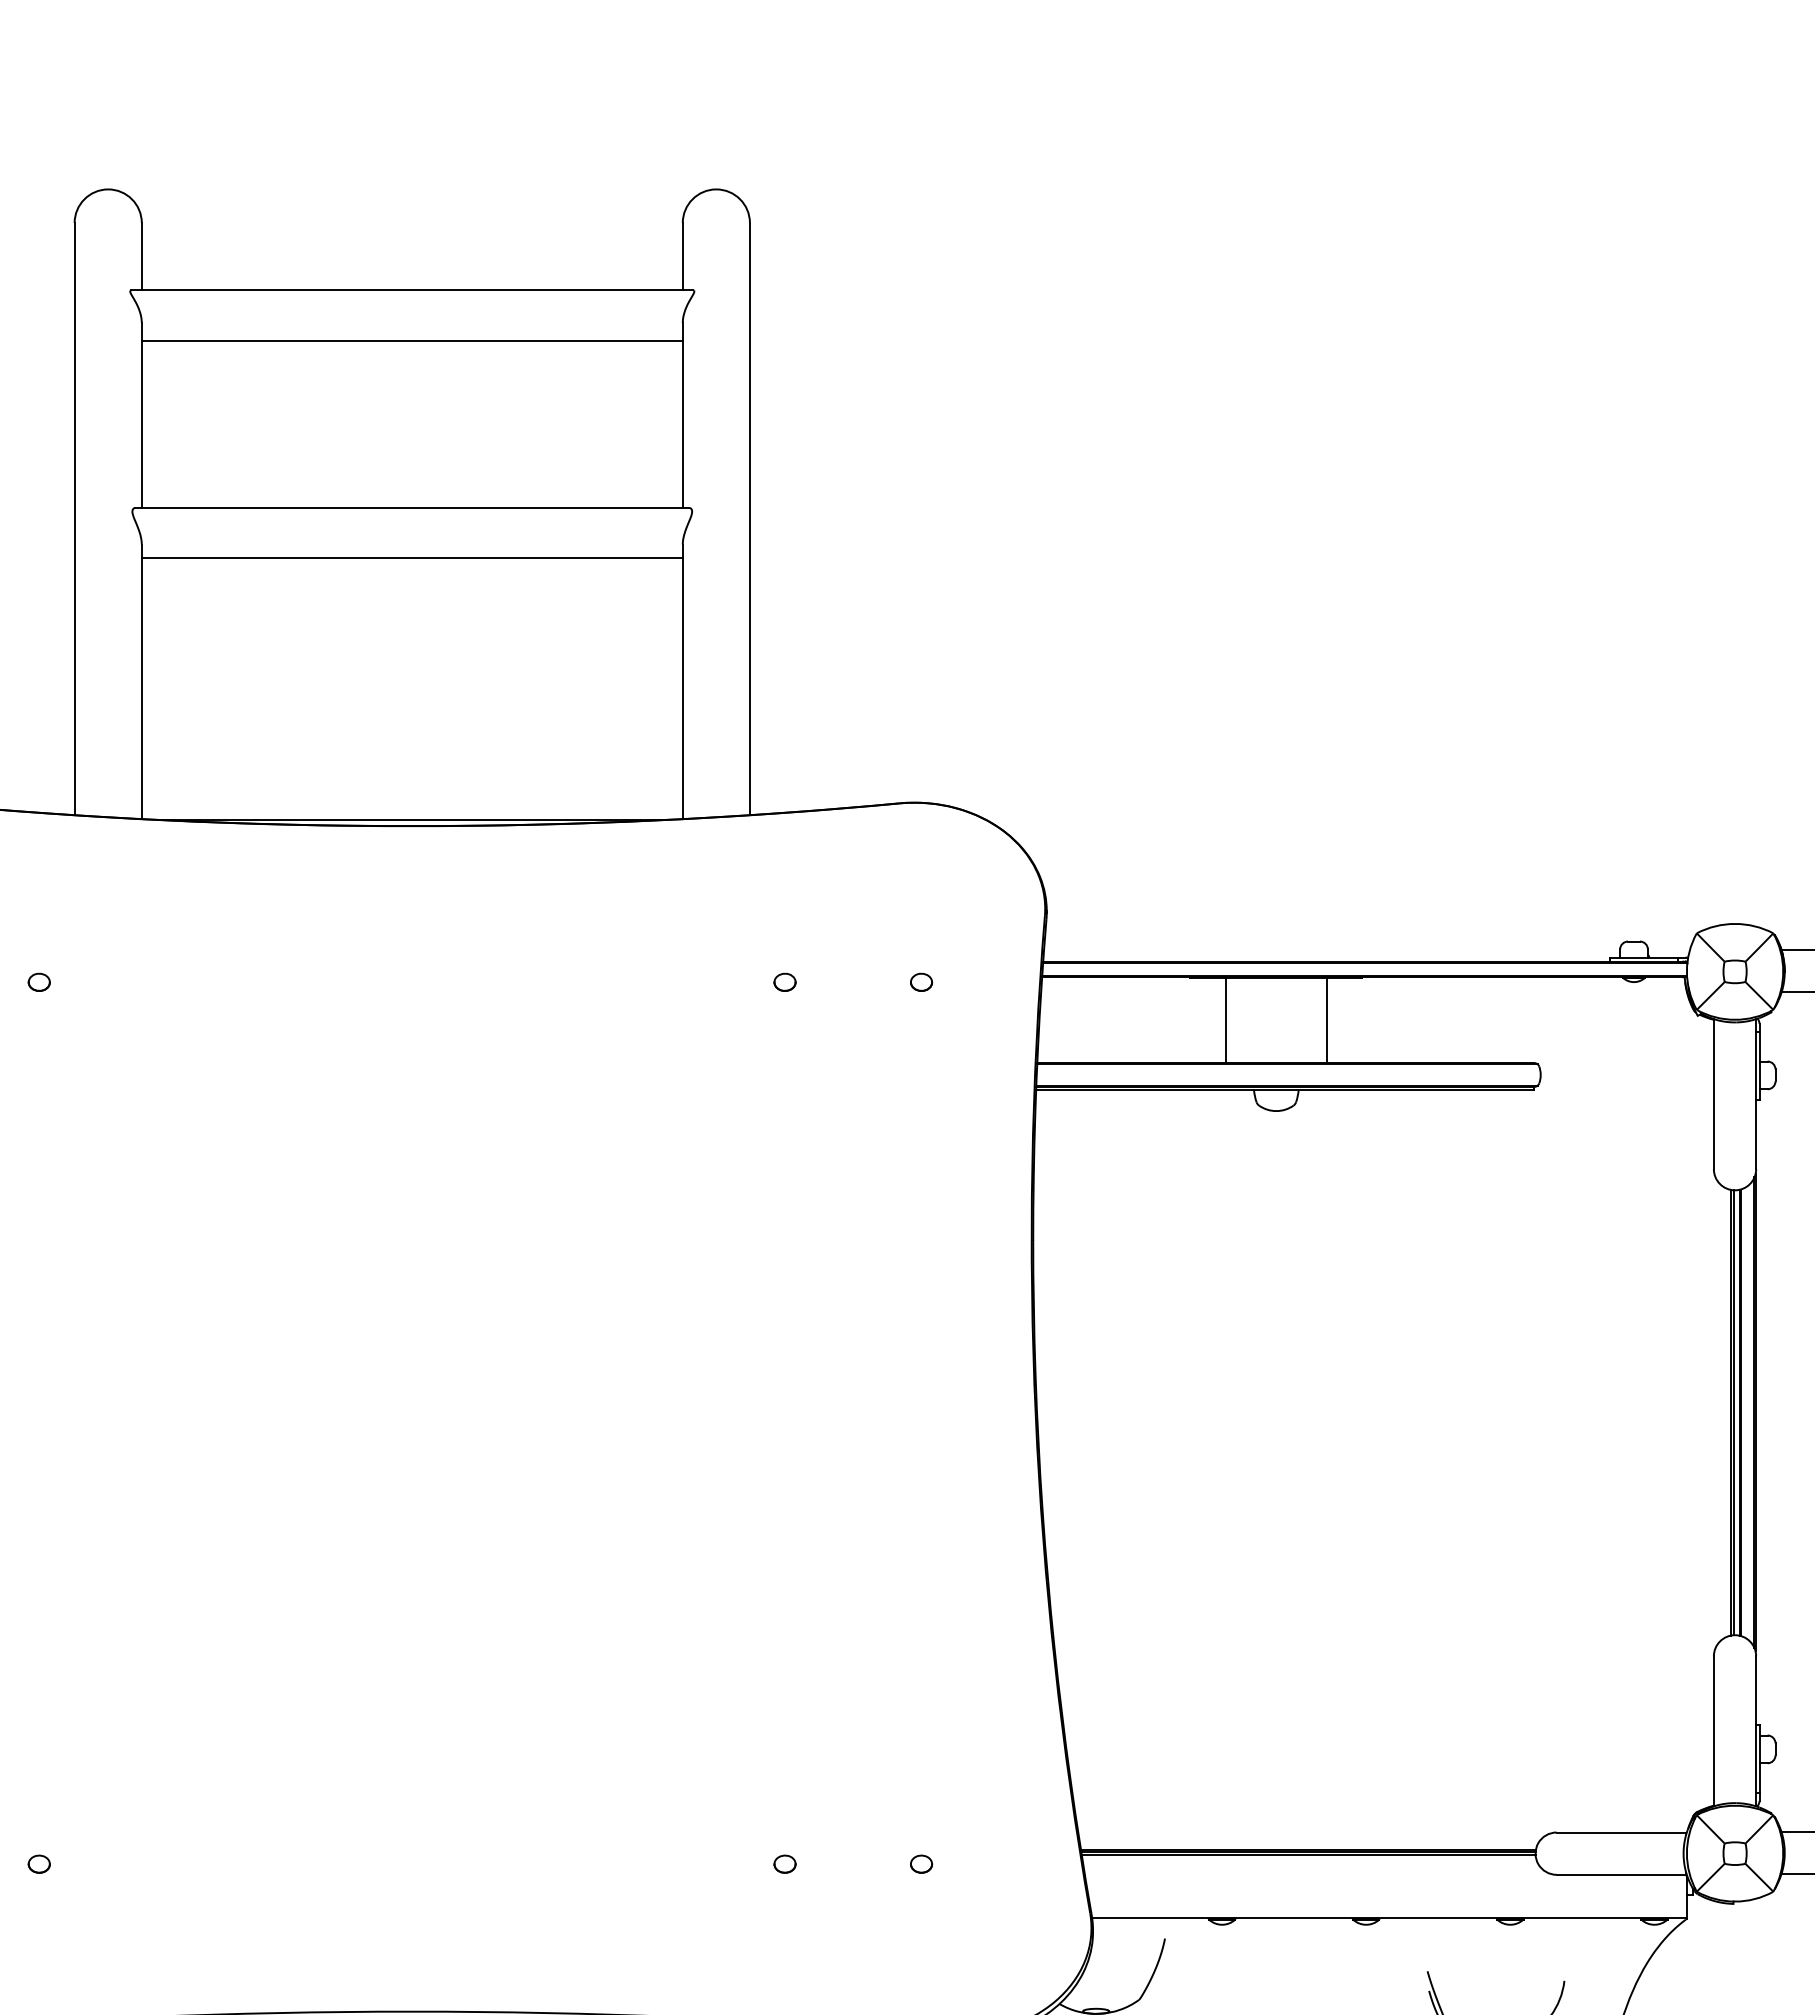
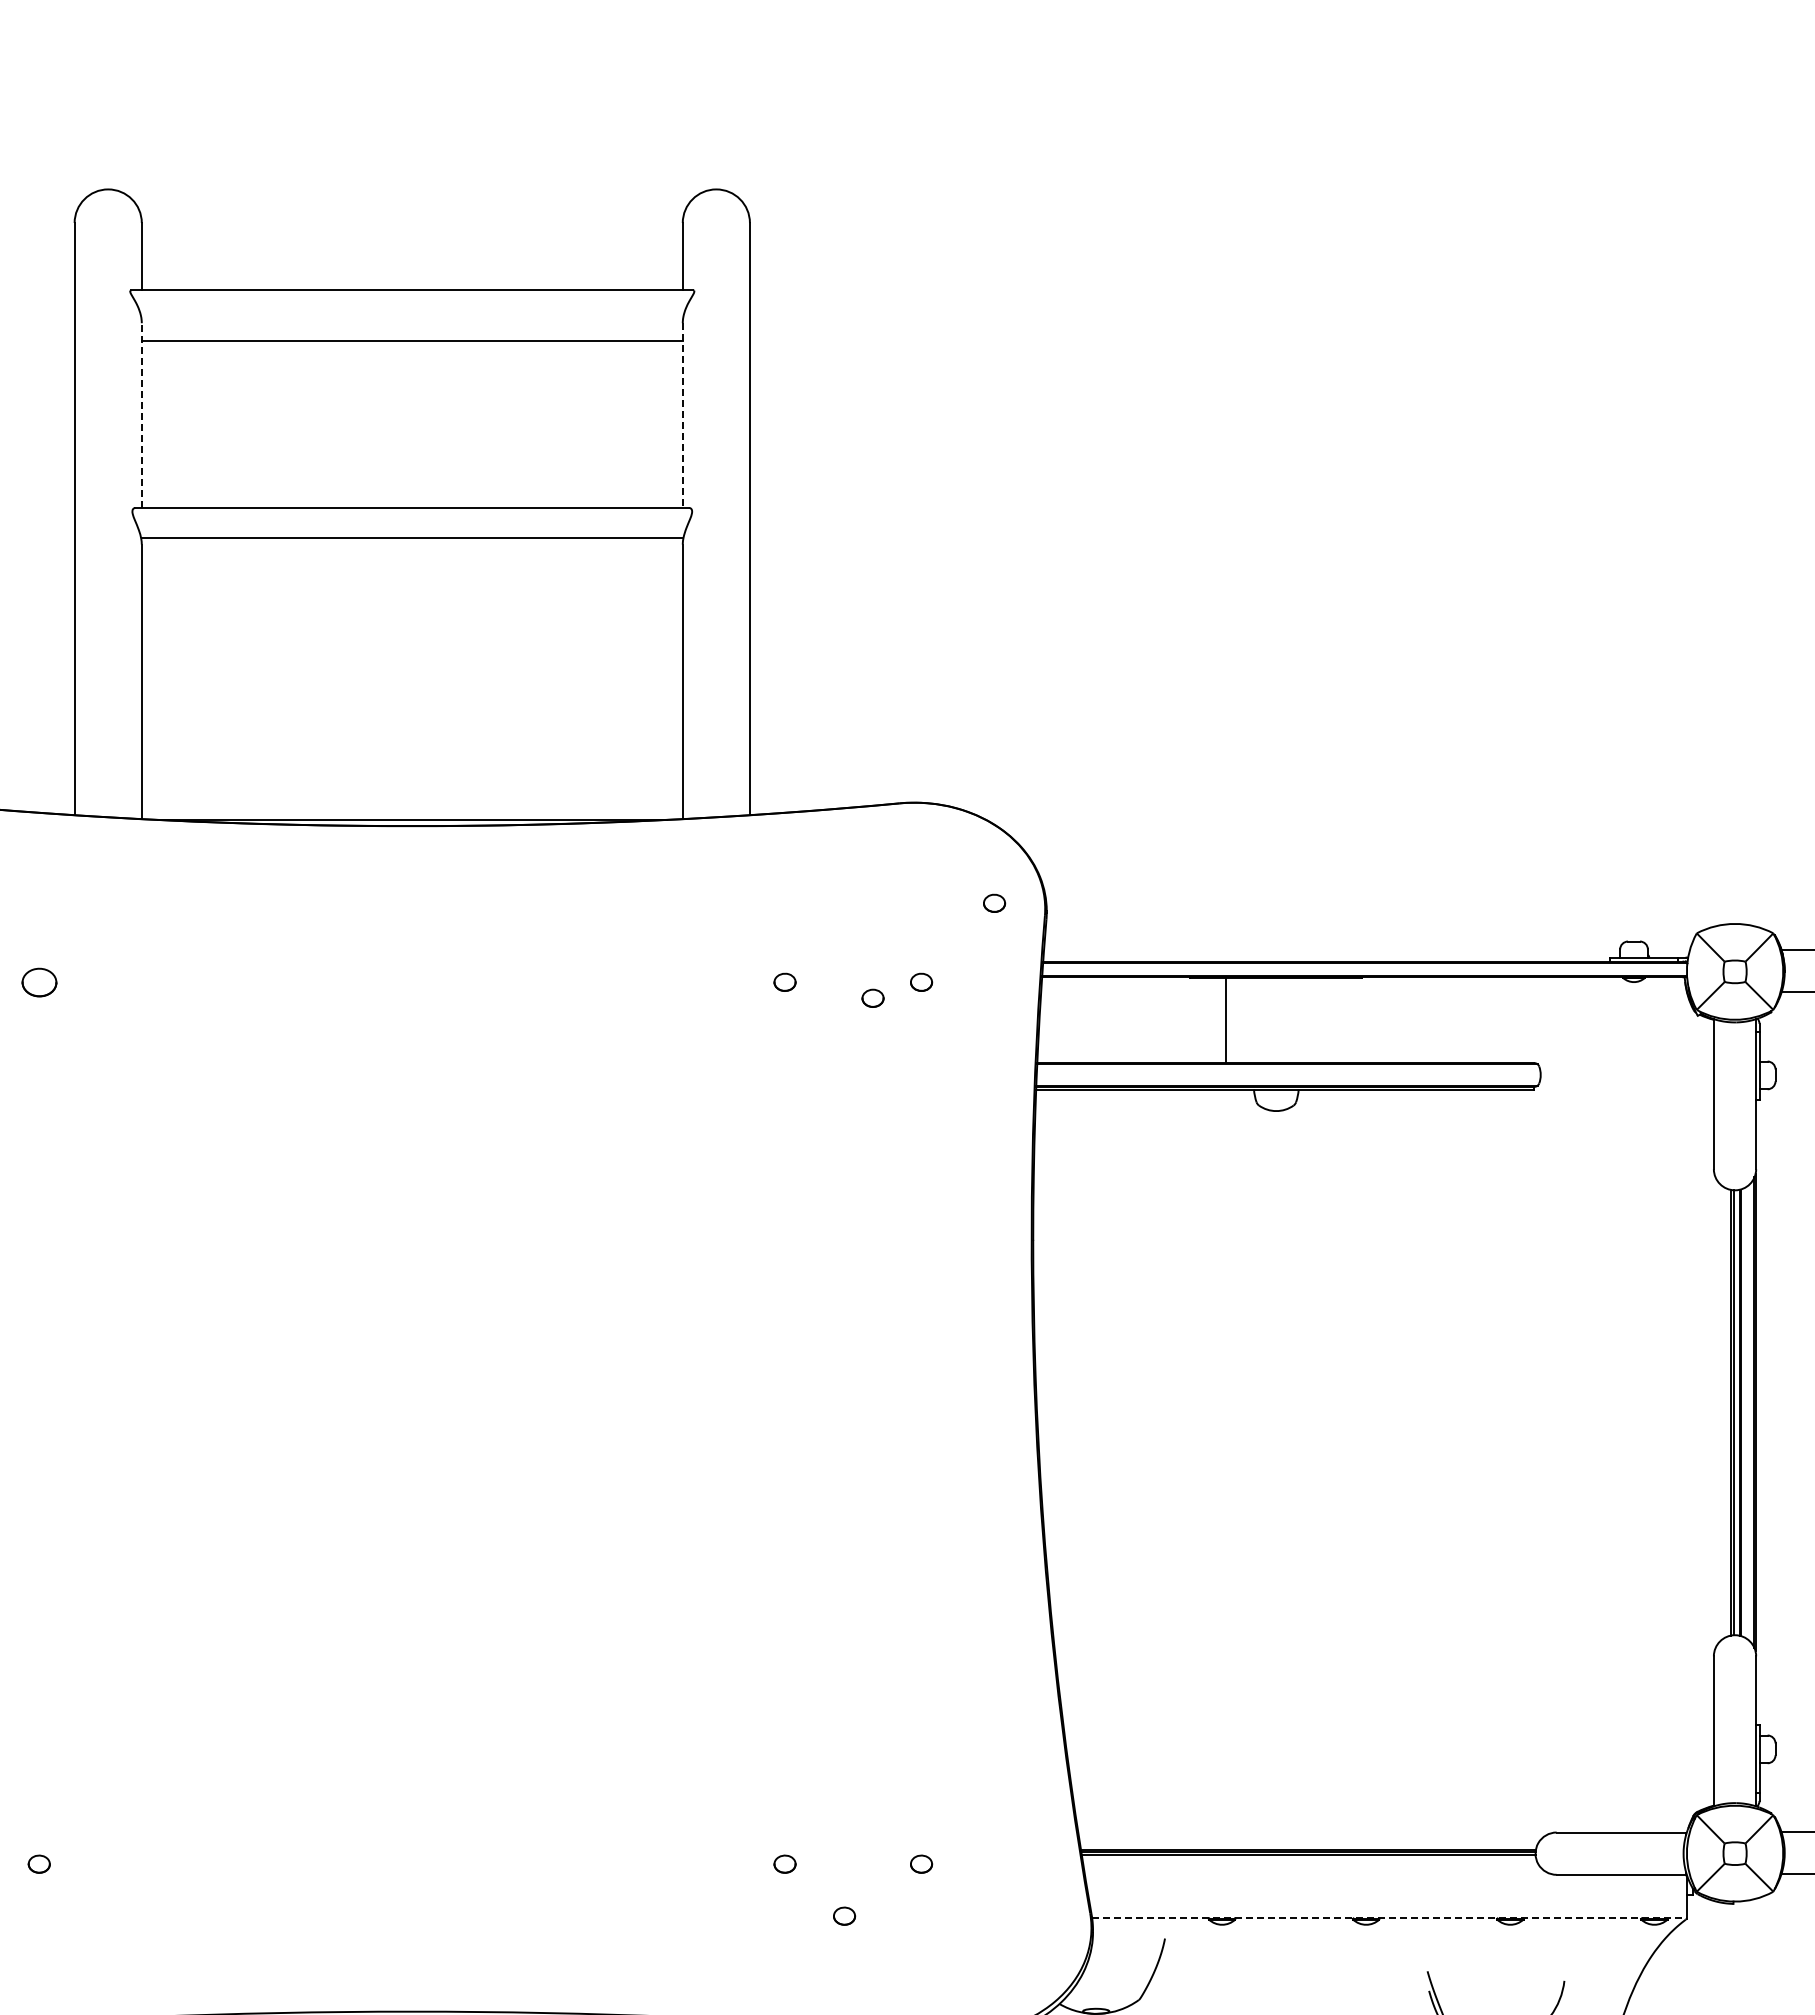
line at (141, 415): solid -> dashed
line at (682, 416): solid -> dashed
line at (411, 558) position: (411, 558) -> (411, 538)
part at (994, 902): none -> present
part at (38, 981) size: 24x20 px -> 37x31 px
part at (872, 997): none -> present
line at (1326, 1020): present -> none
part at (844, 1915): none -> present
line at (1390, 1918): solid -> dashed
